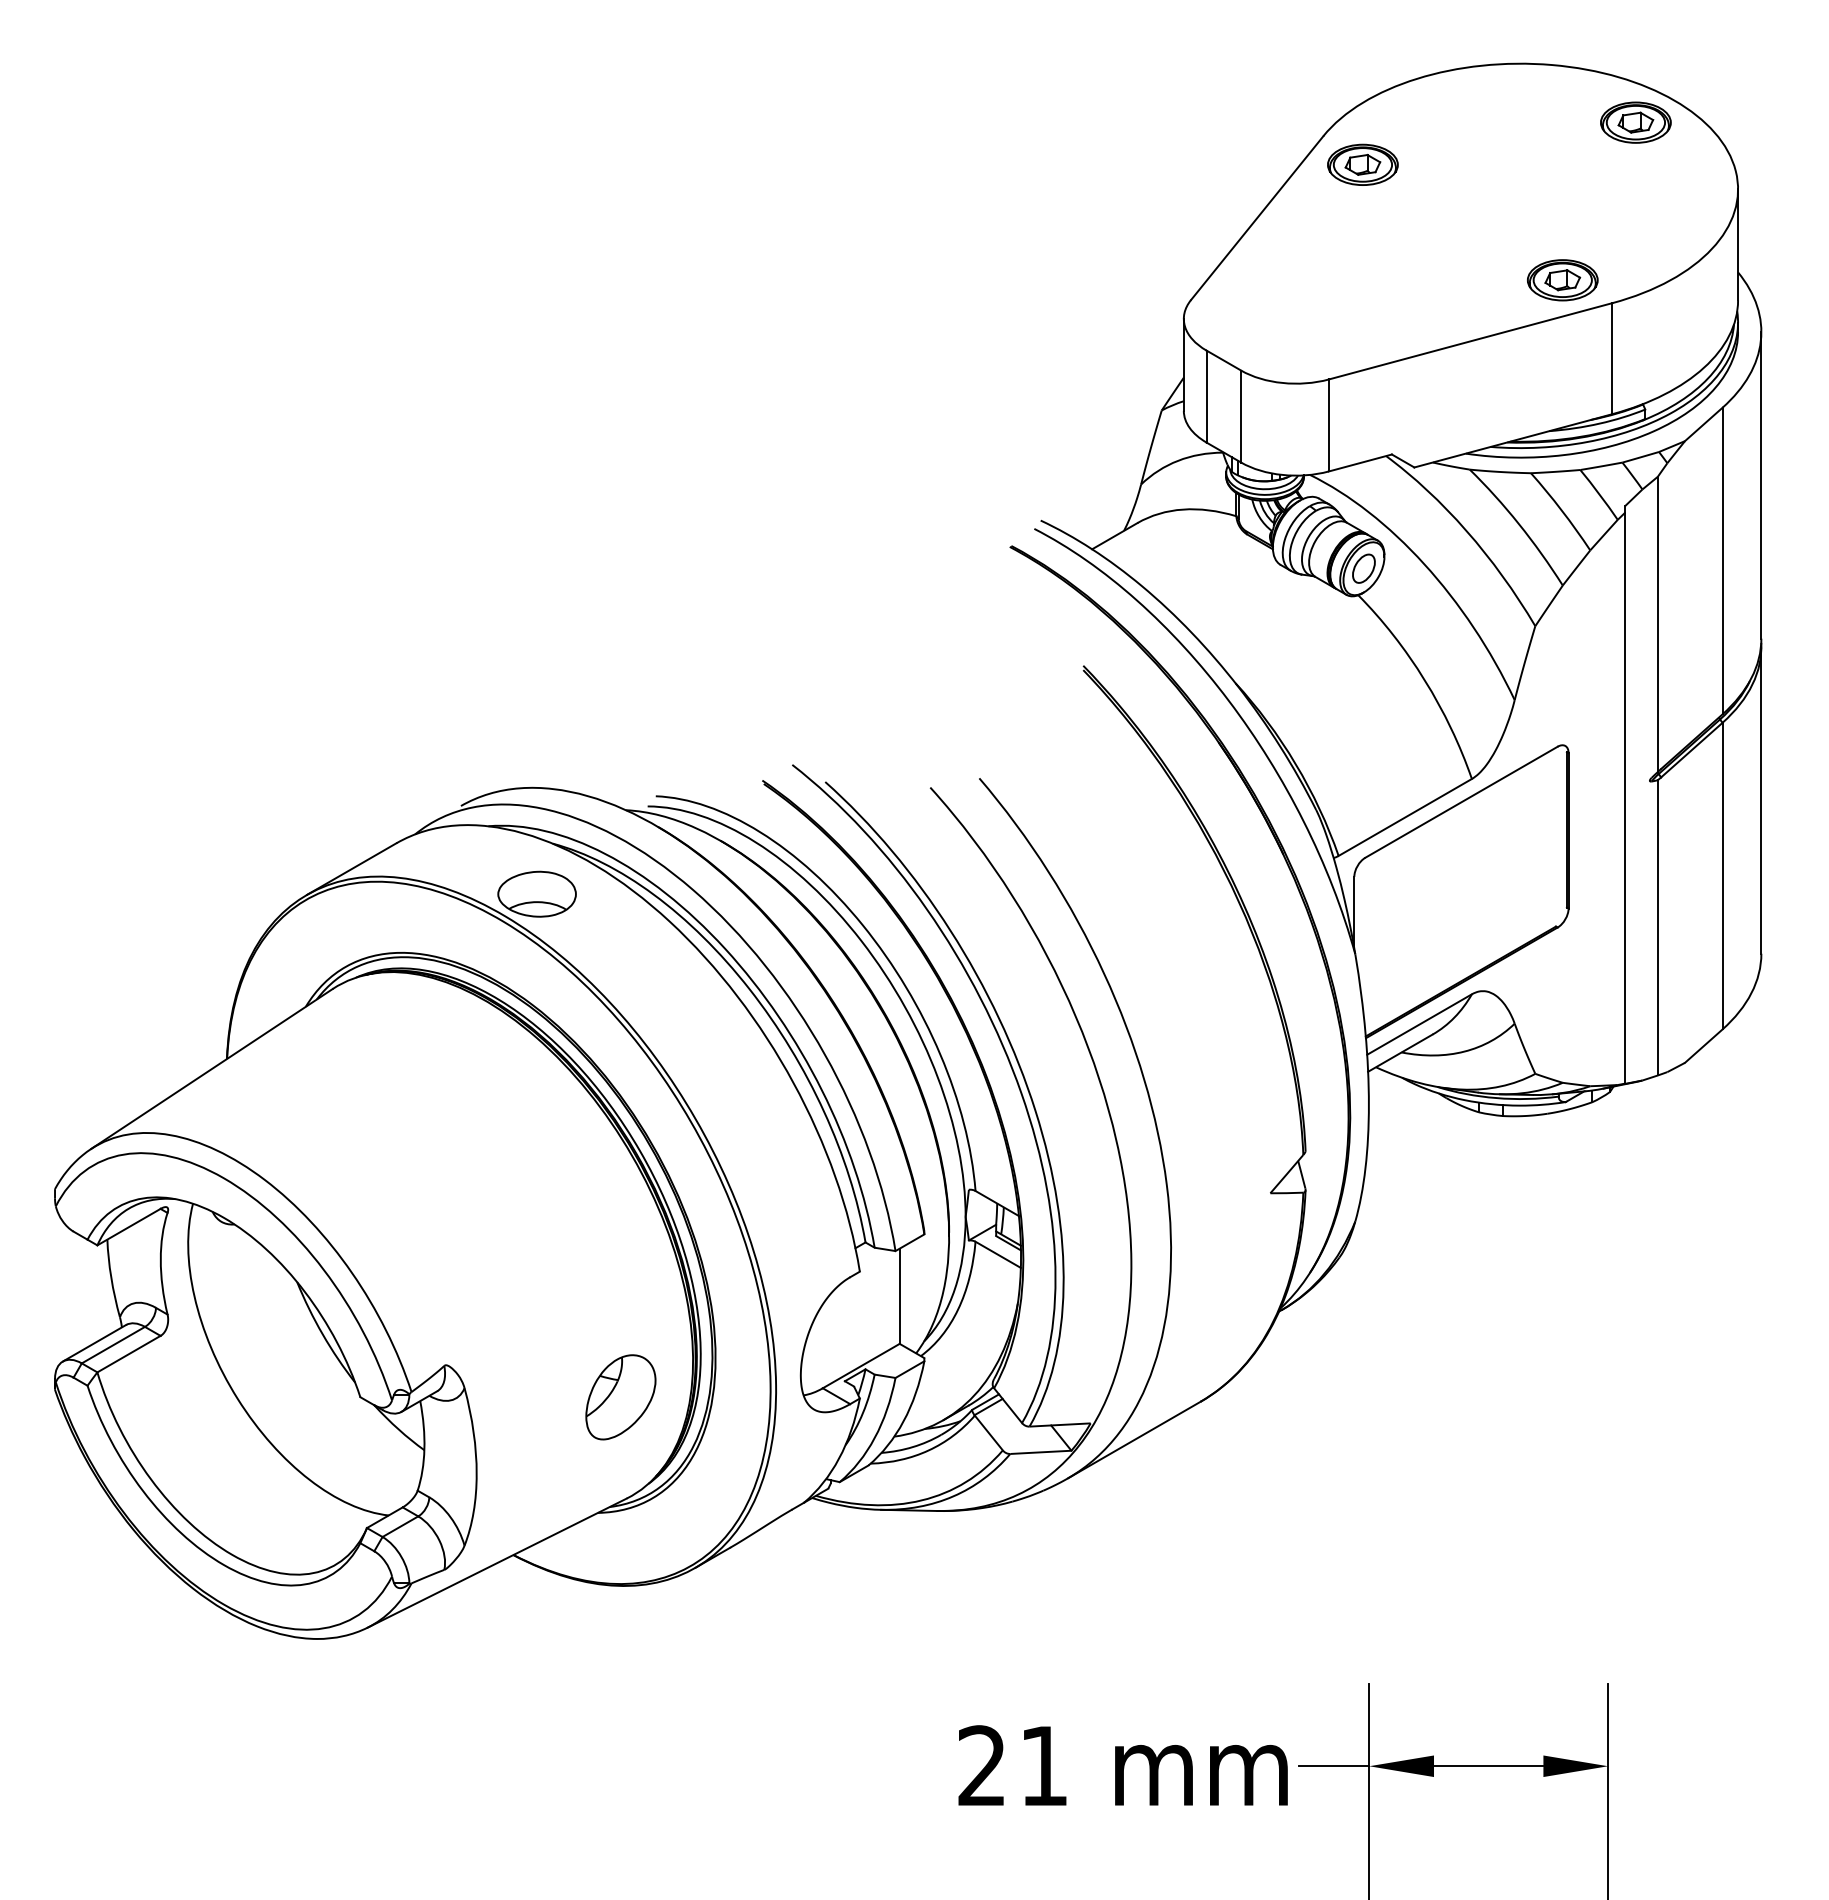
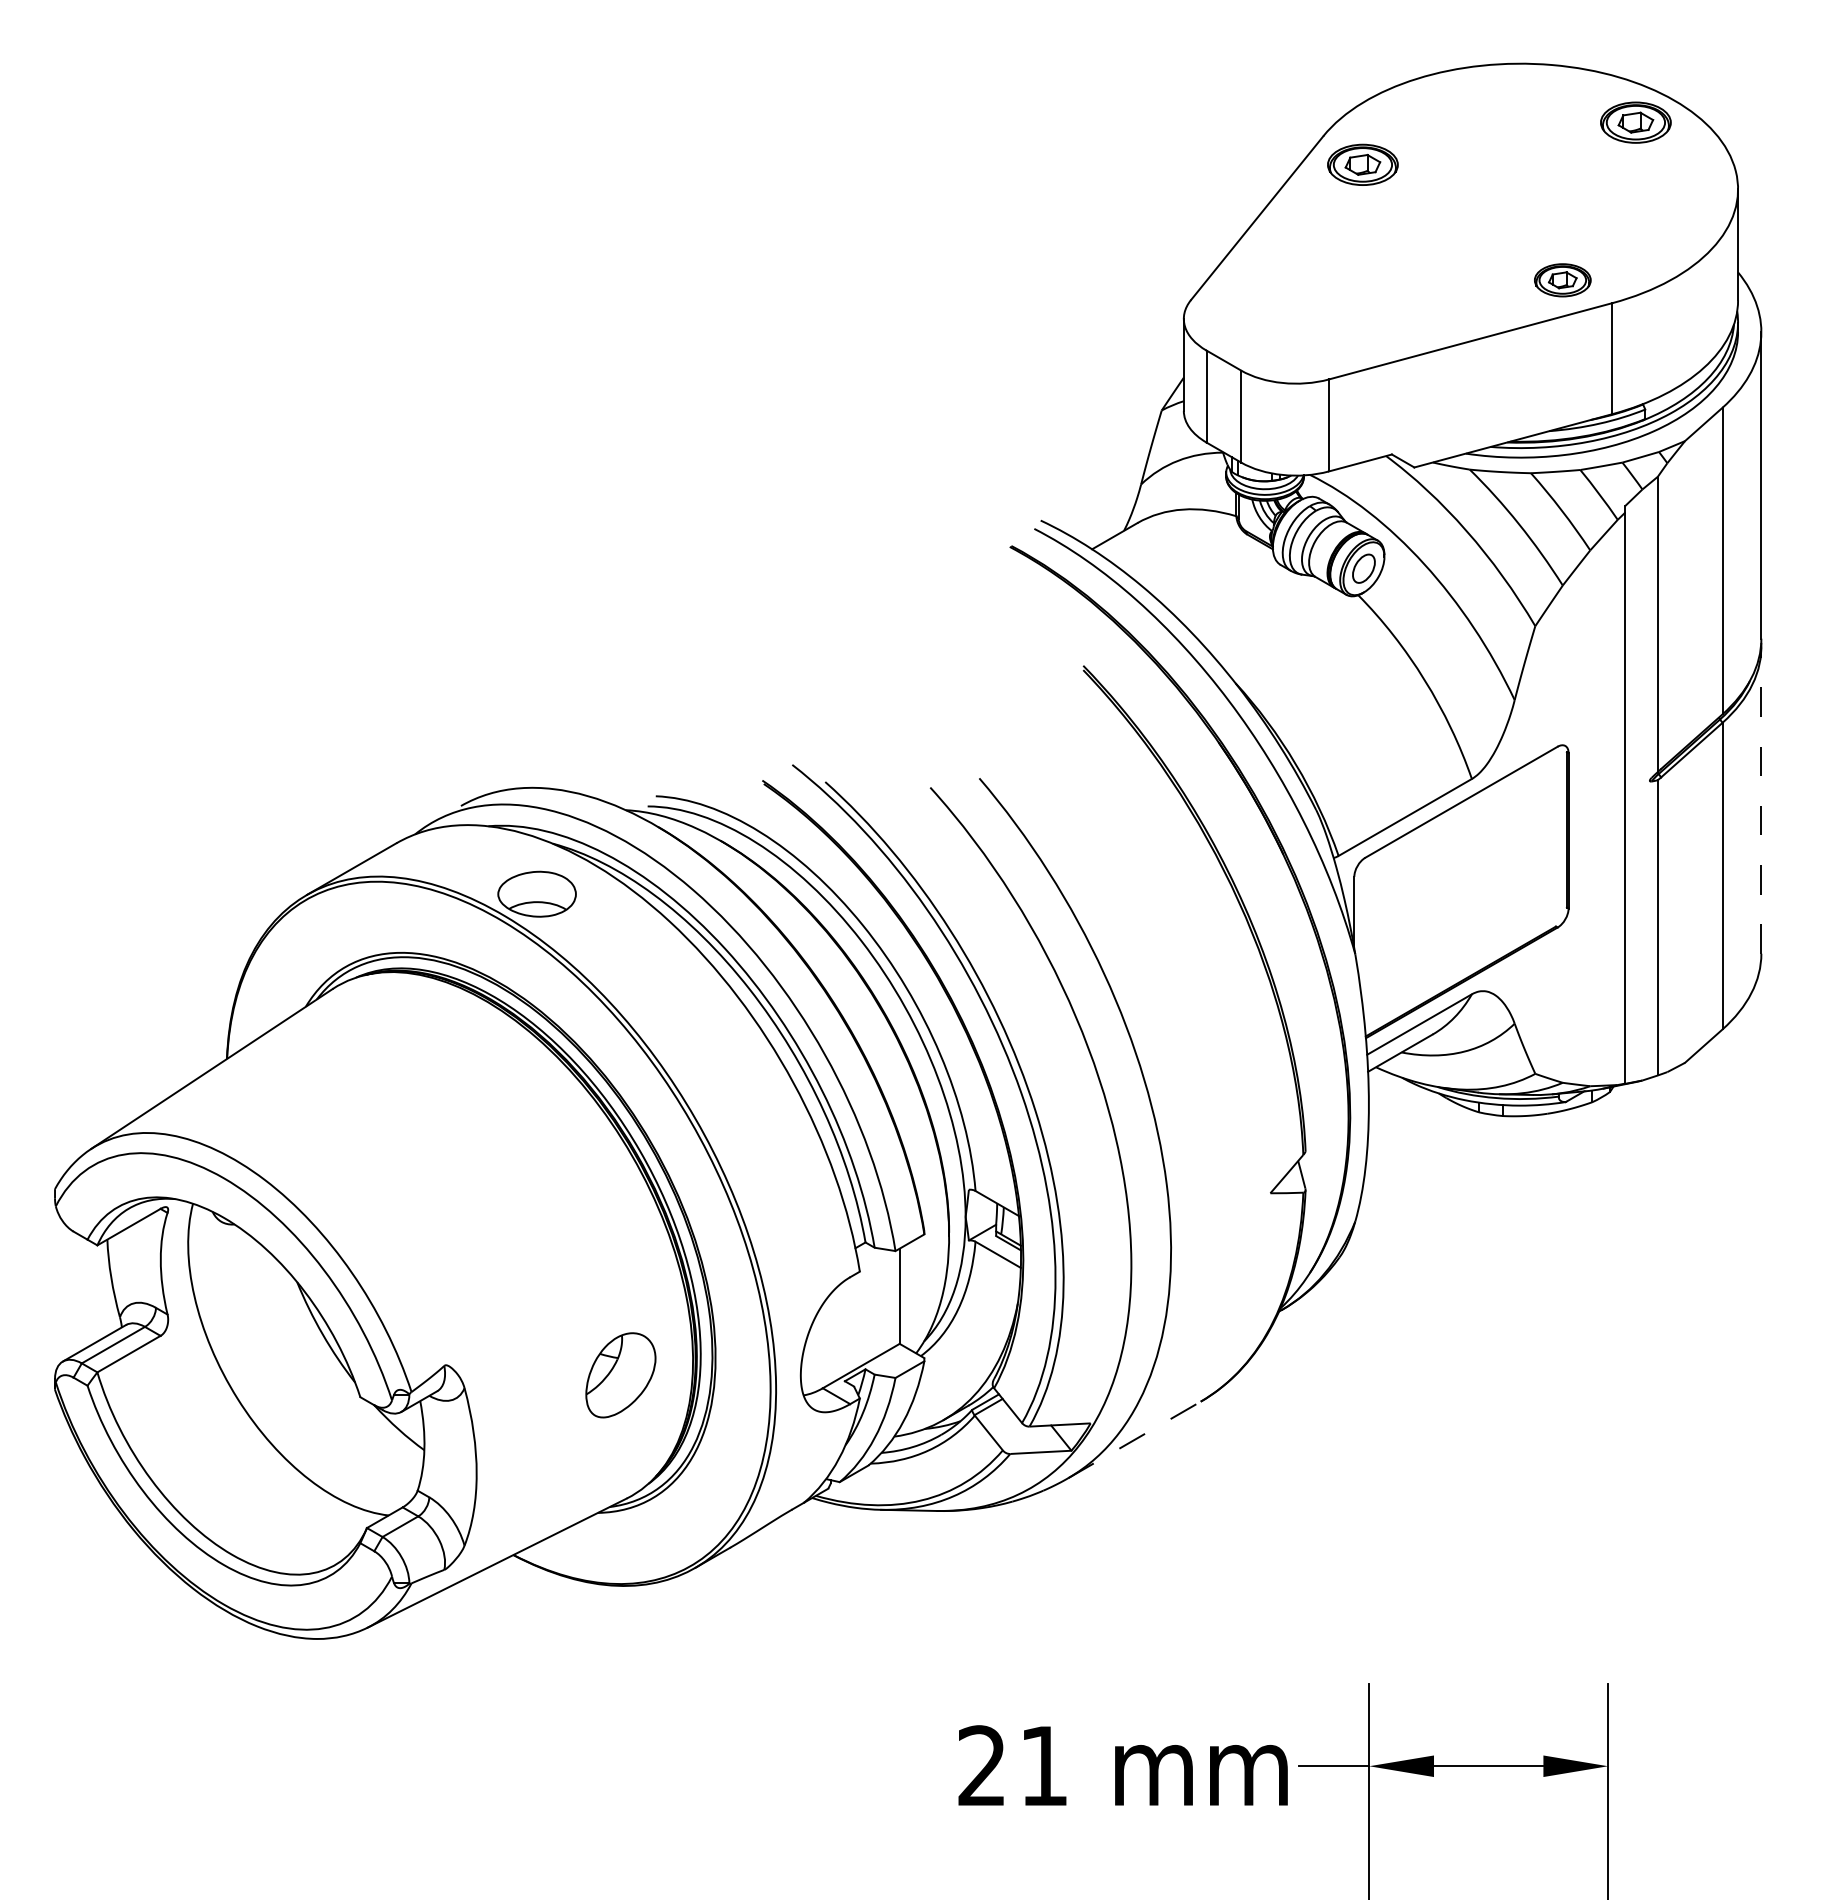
part at (1562, 280) size: 72x43 px -> 58x35 px
line at (1761, 799): solid -> dashed
part at (620, 1397) position: (620, 1397) -> (620, 1375)
line at (1134, 1439): solid -> dashed
